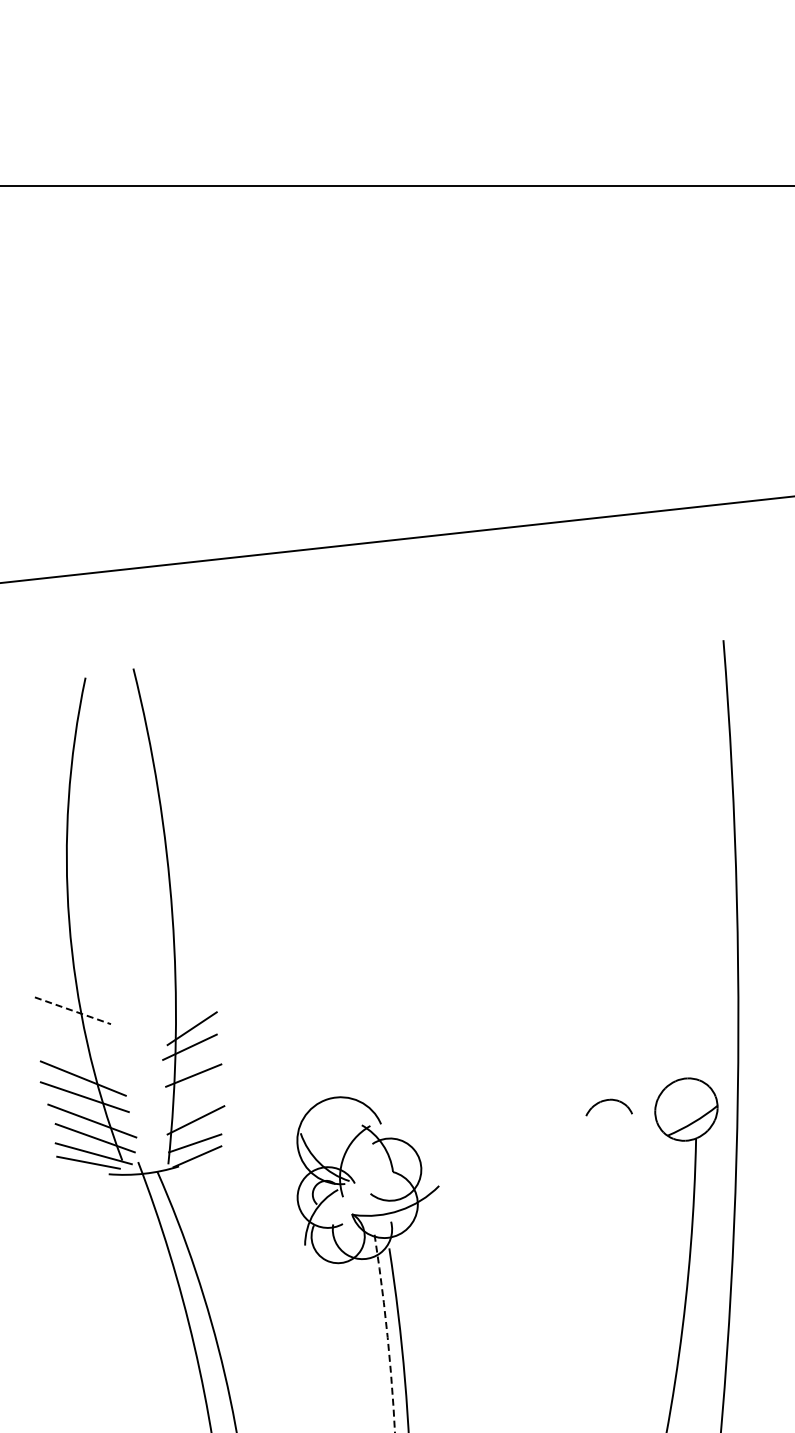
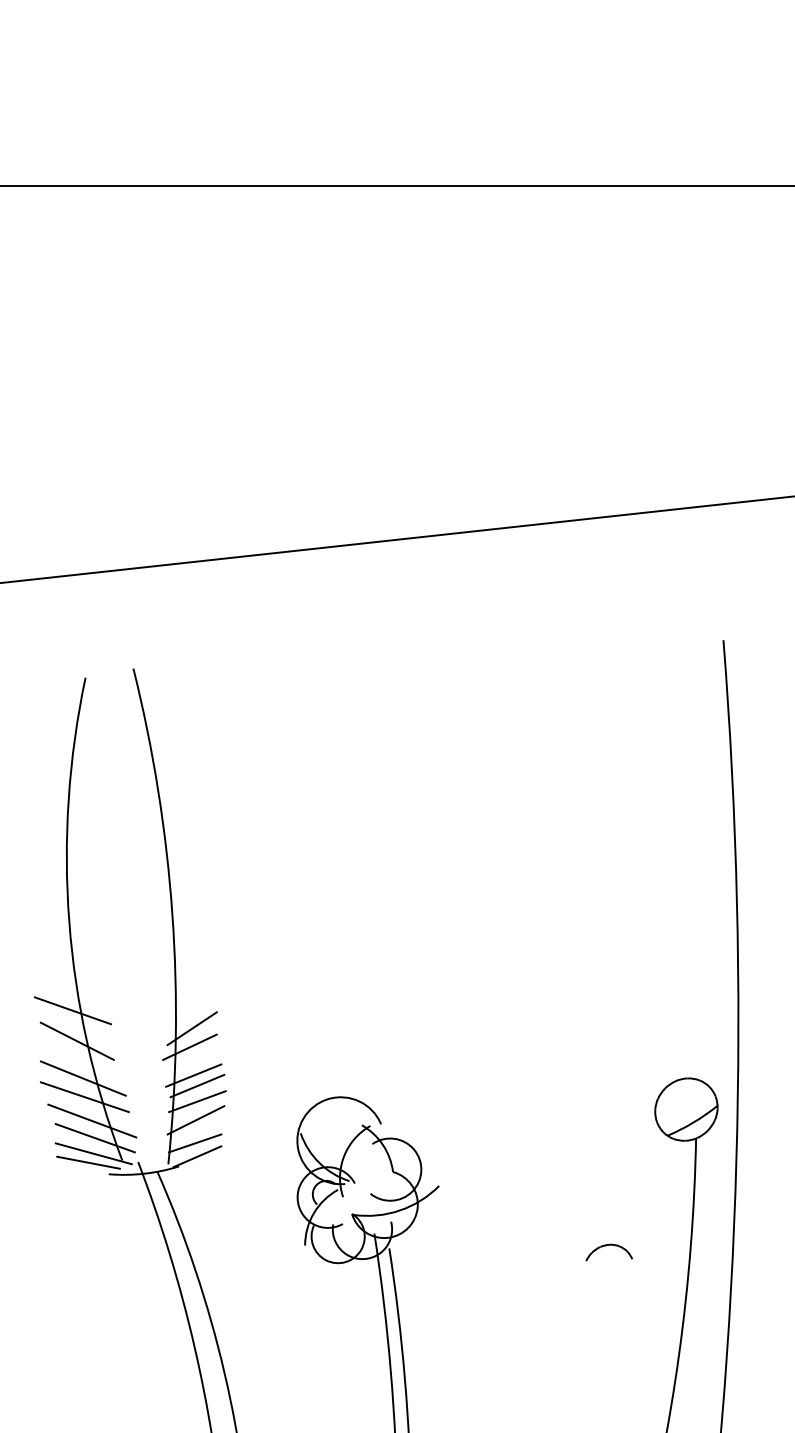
line at (73, 1010): dashed -> solid
line at (76, 1040): none -> present
line at (197, 1085): none -> present
line at (197, 1101): none -> present
part at (606, 1101) position: (606, 1101) -> (606, 1246)
arc at (386, 1332): dashed -> solid
